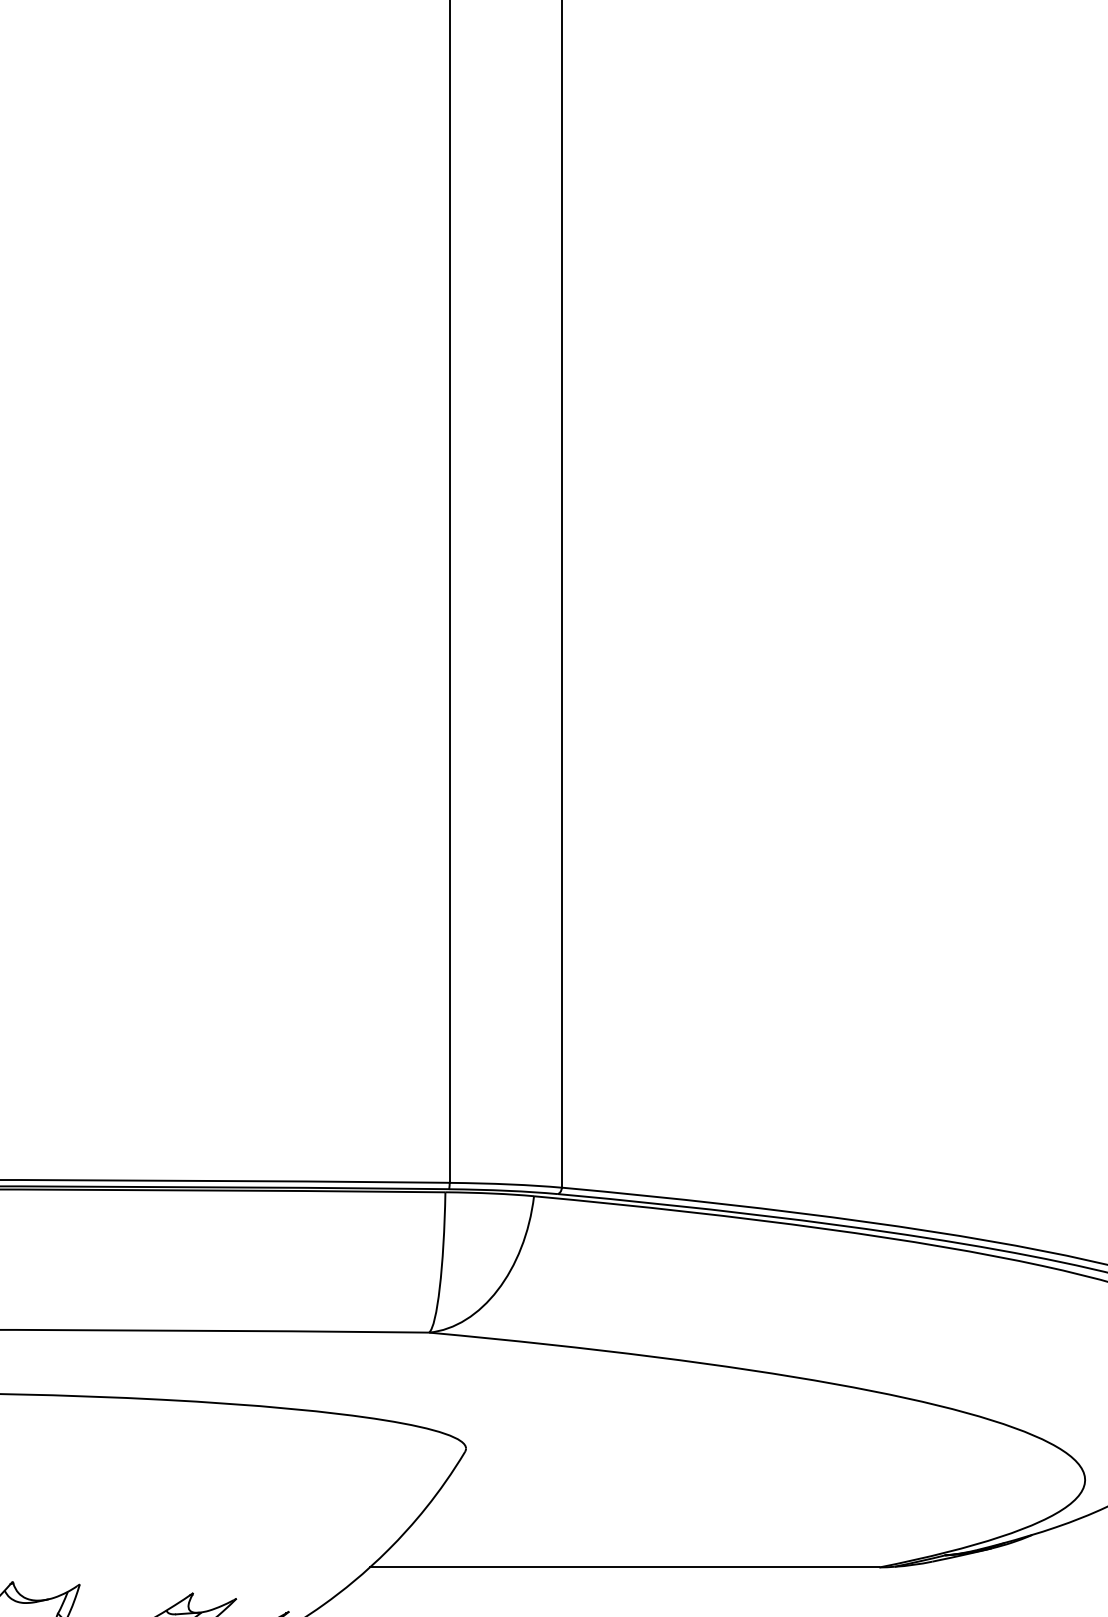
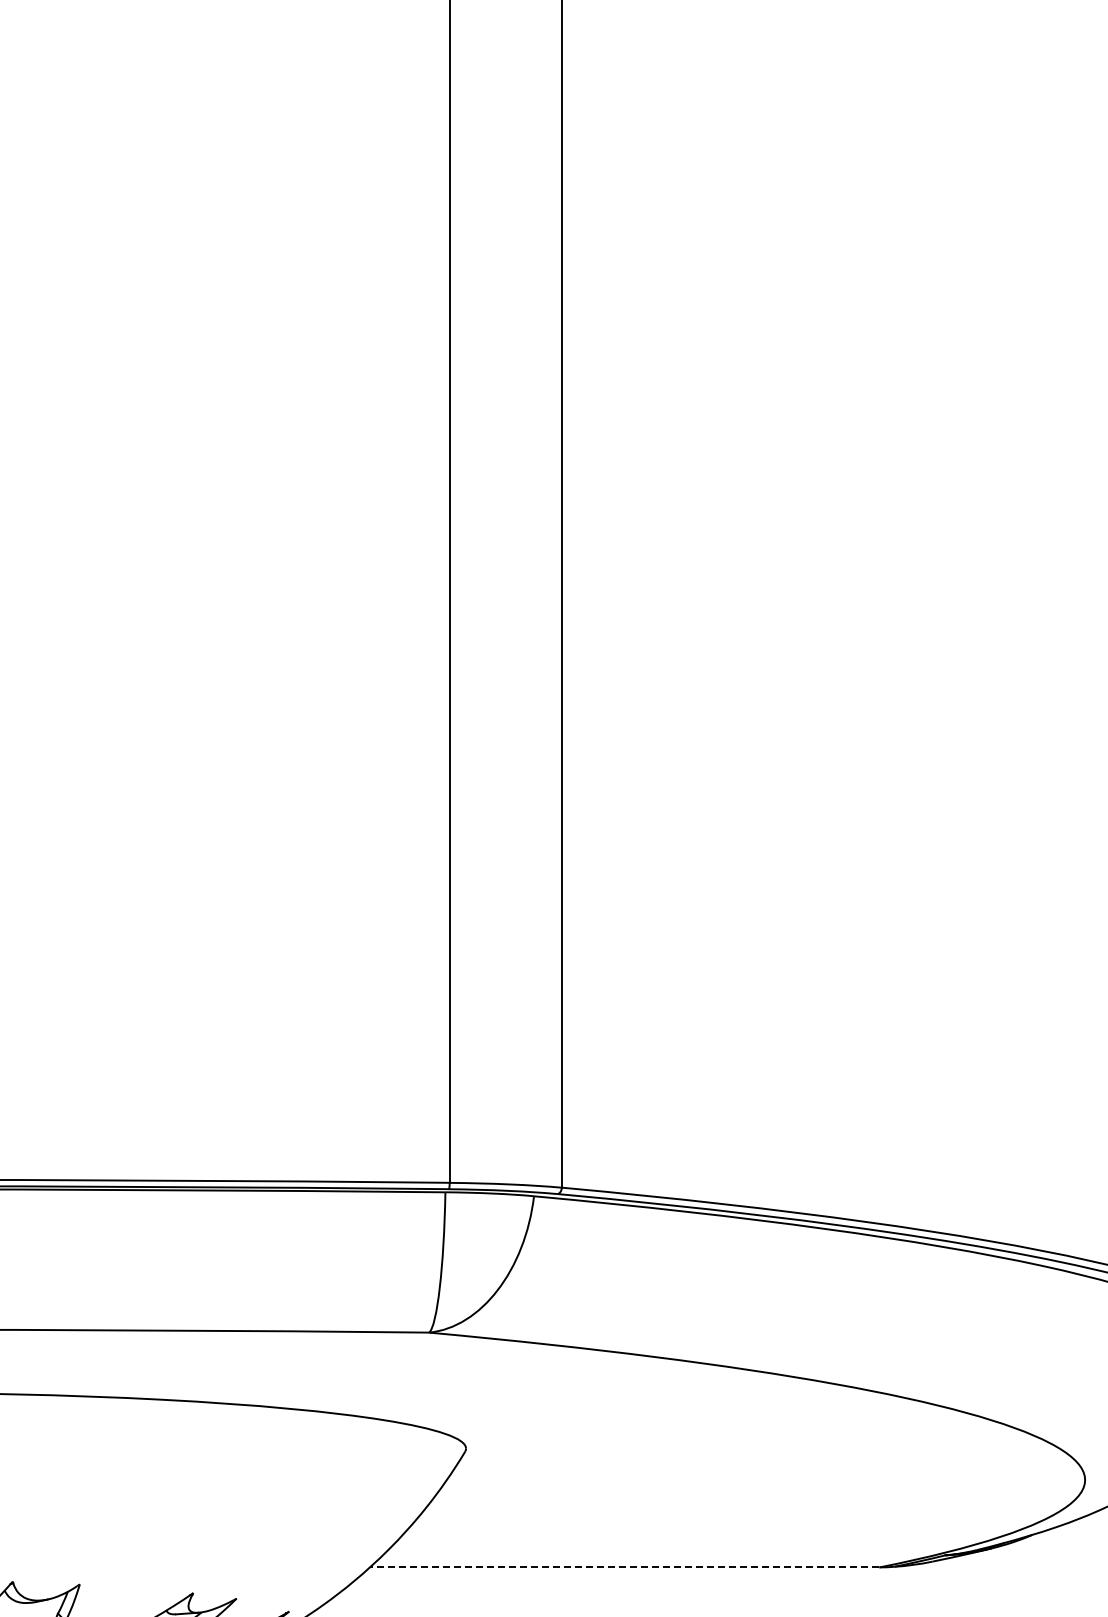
line at (624, 1567): solid -> dashed
